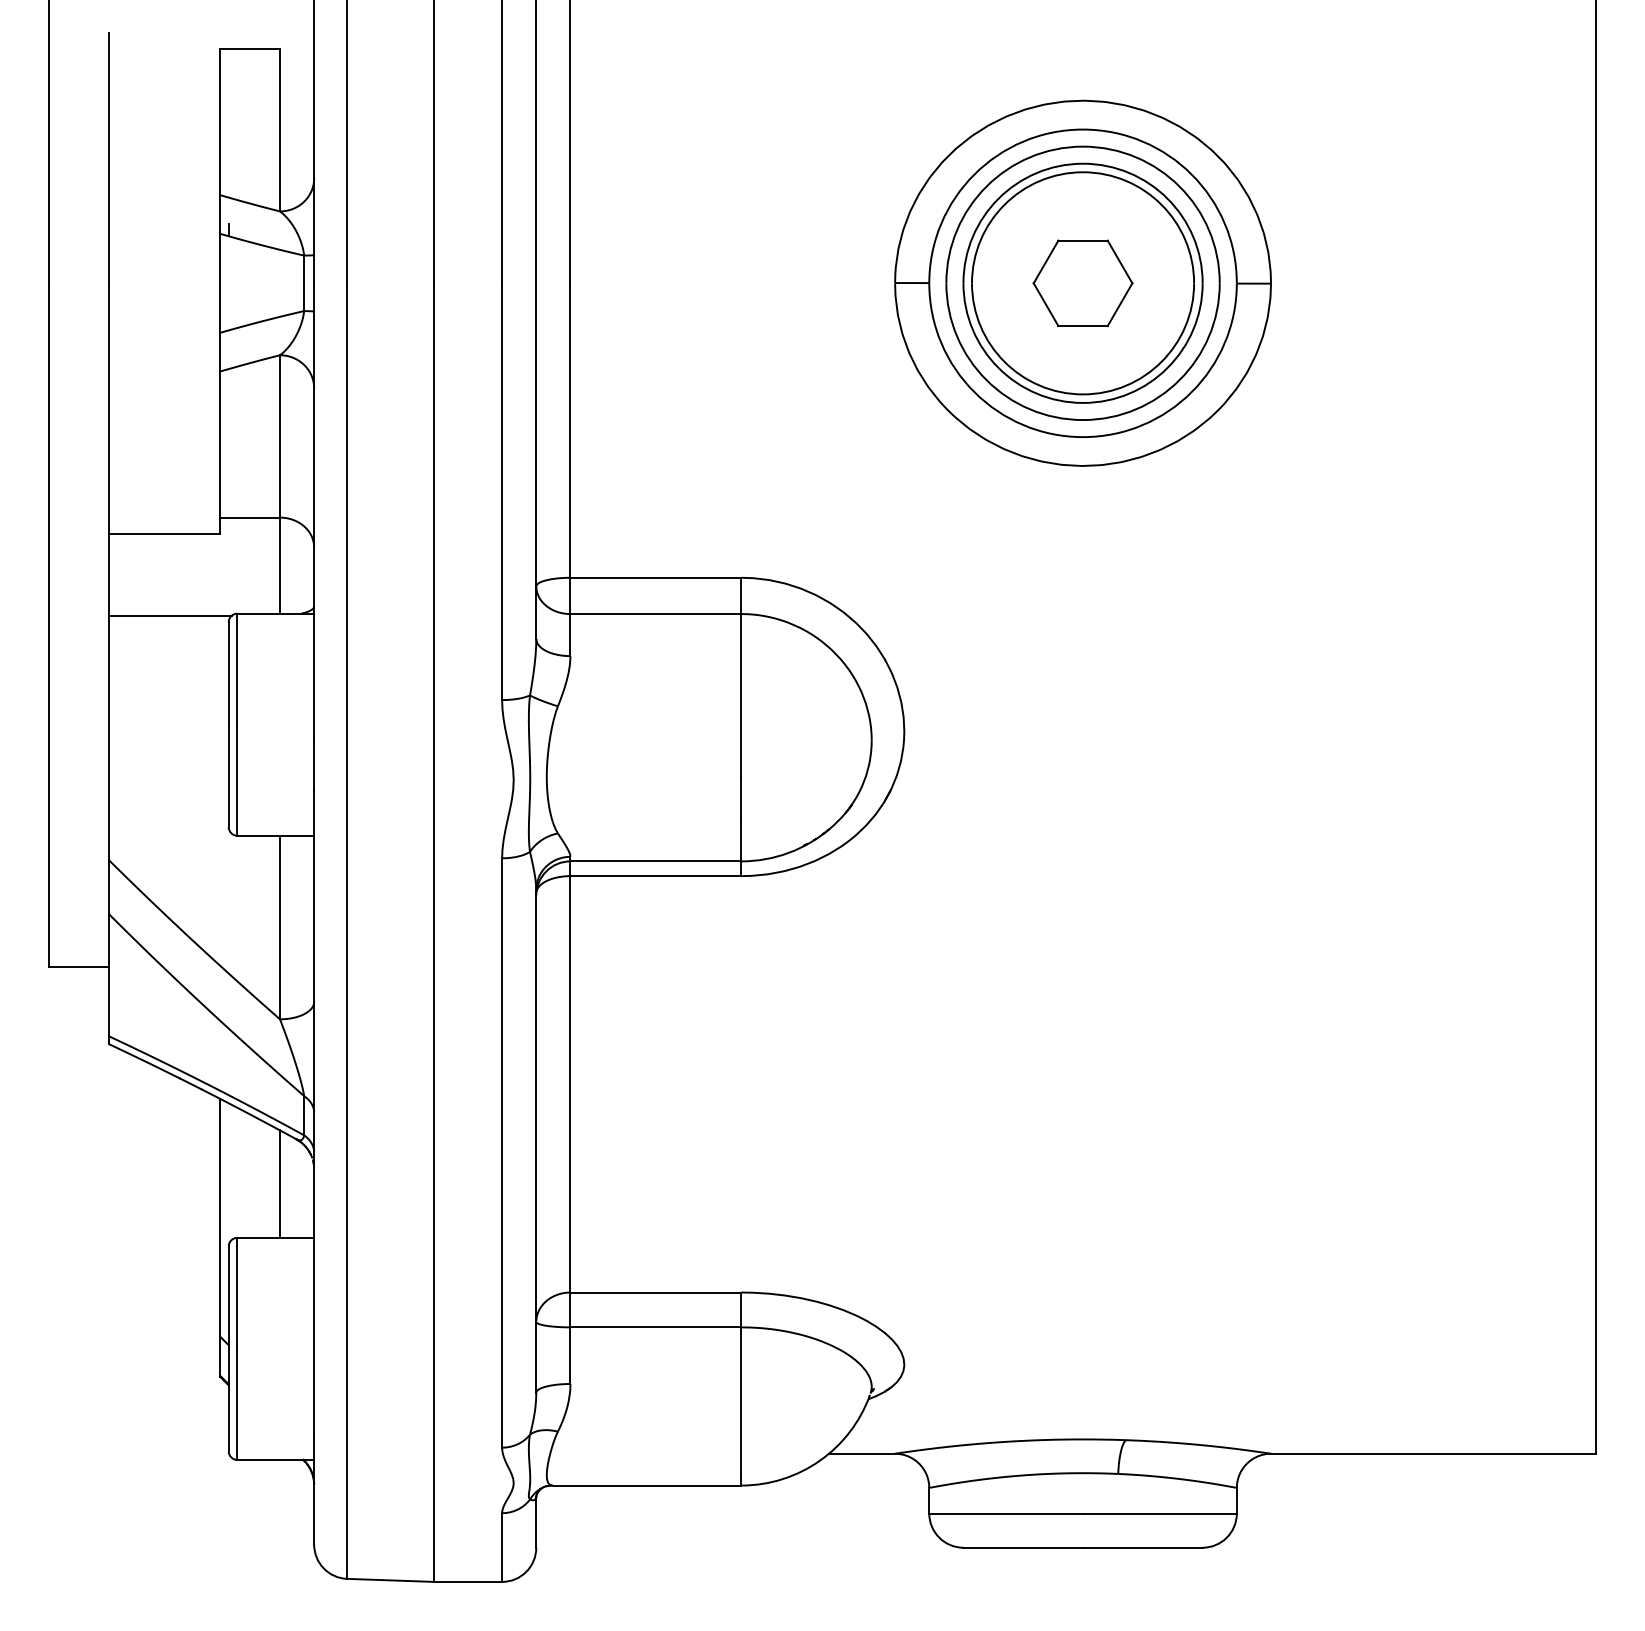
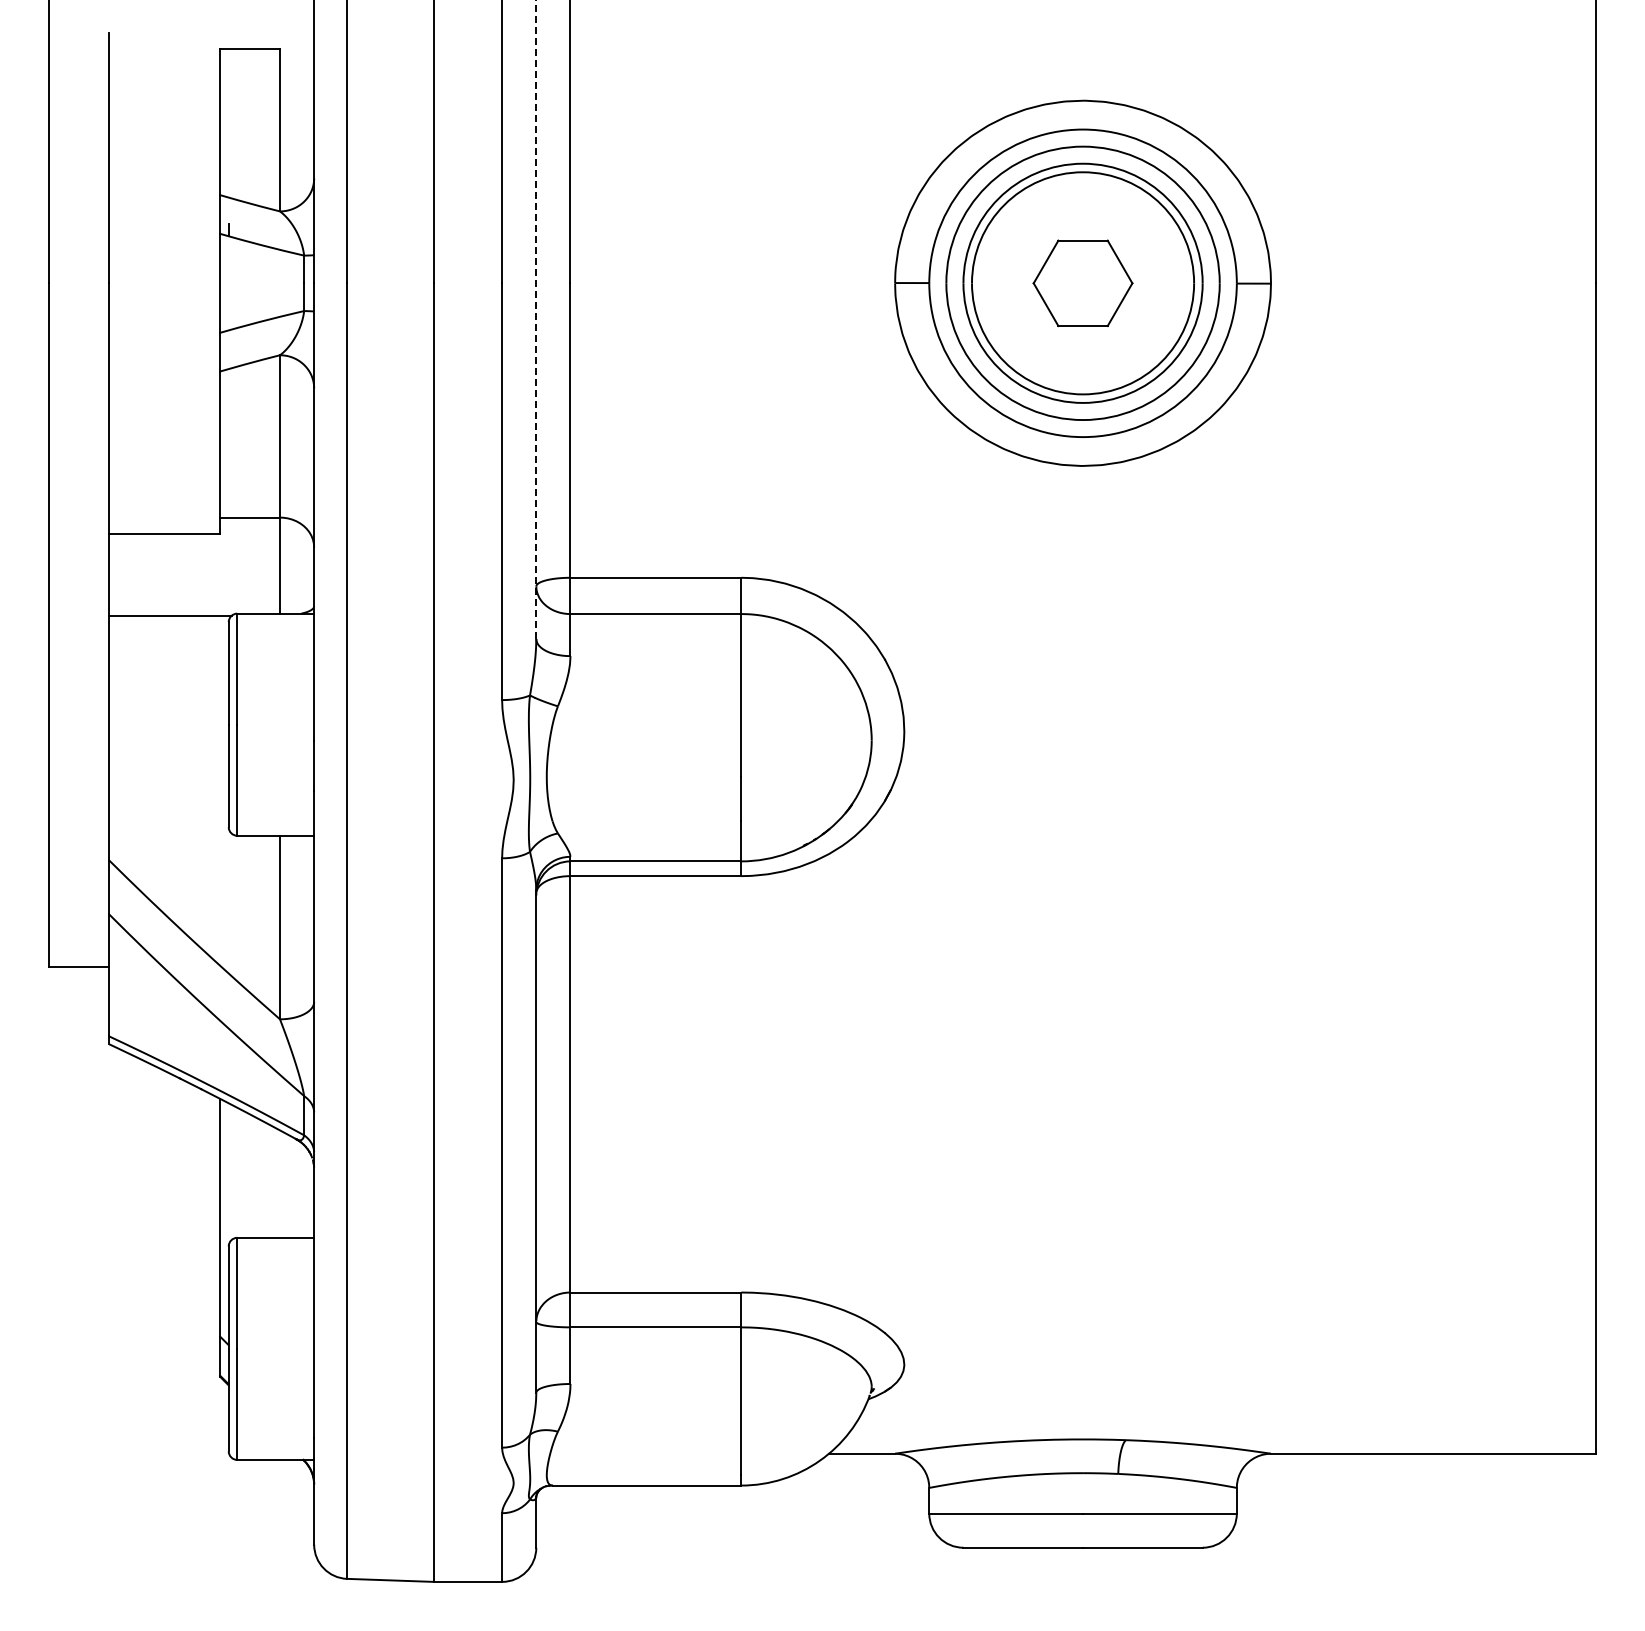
line at (536, 320): solid -> dashed
line at (280, 1183): present -> none
